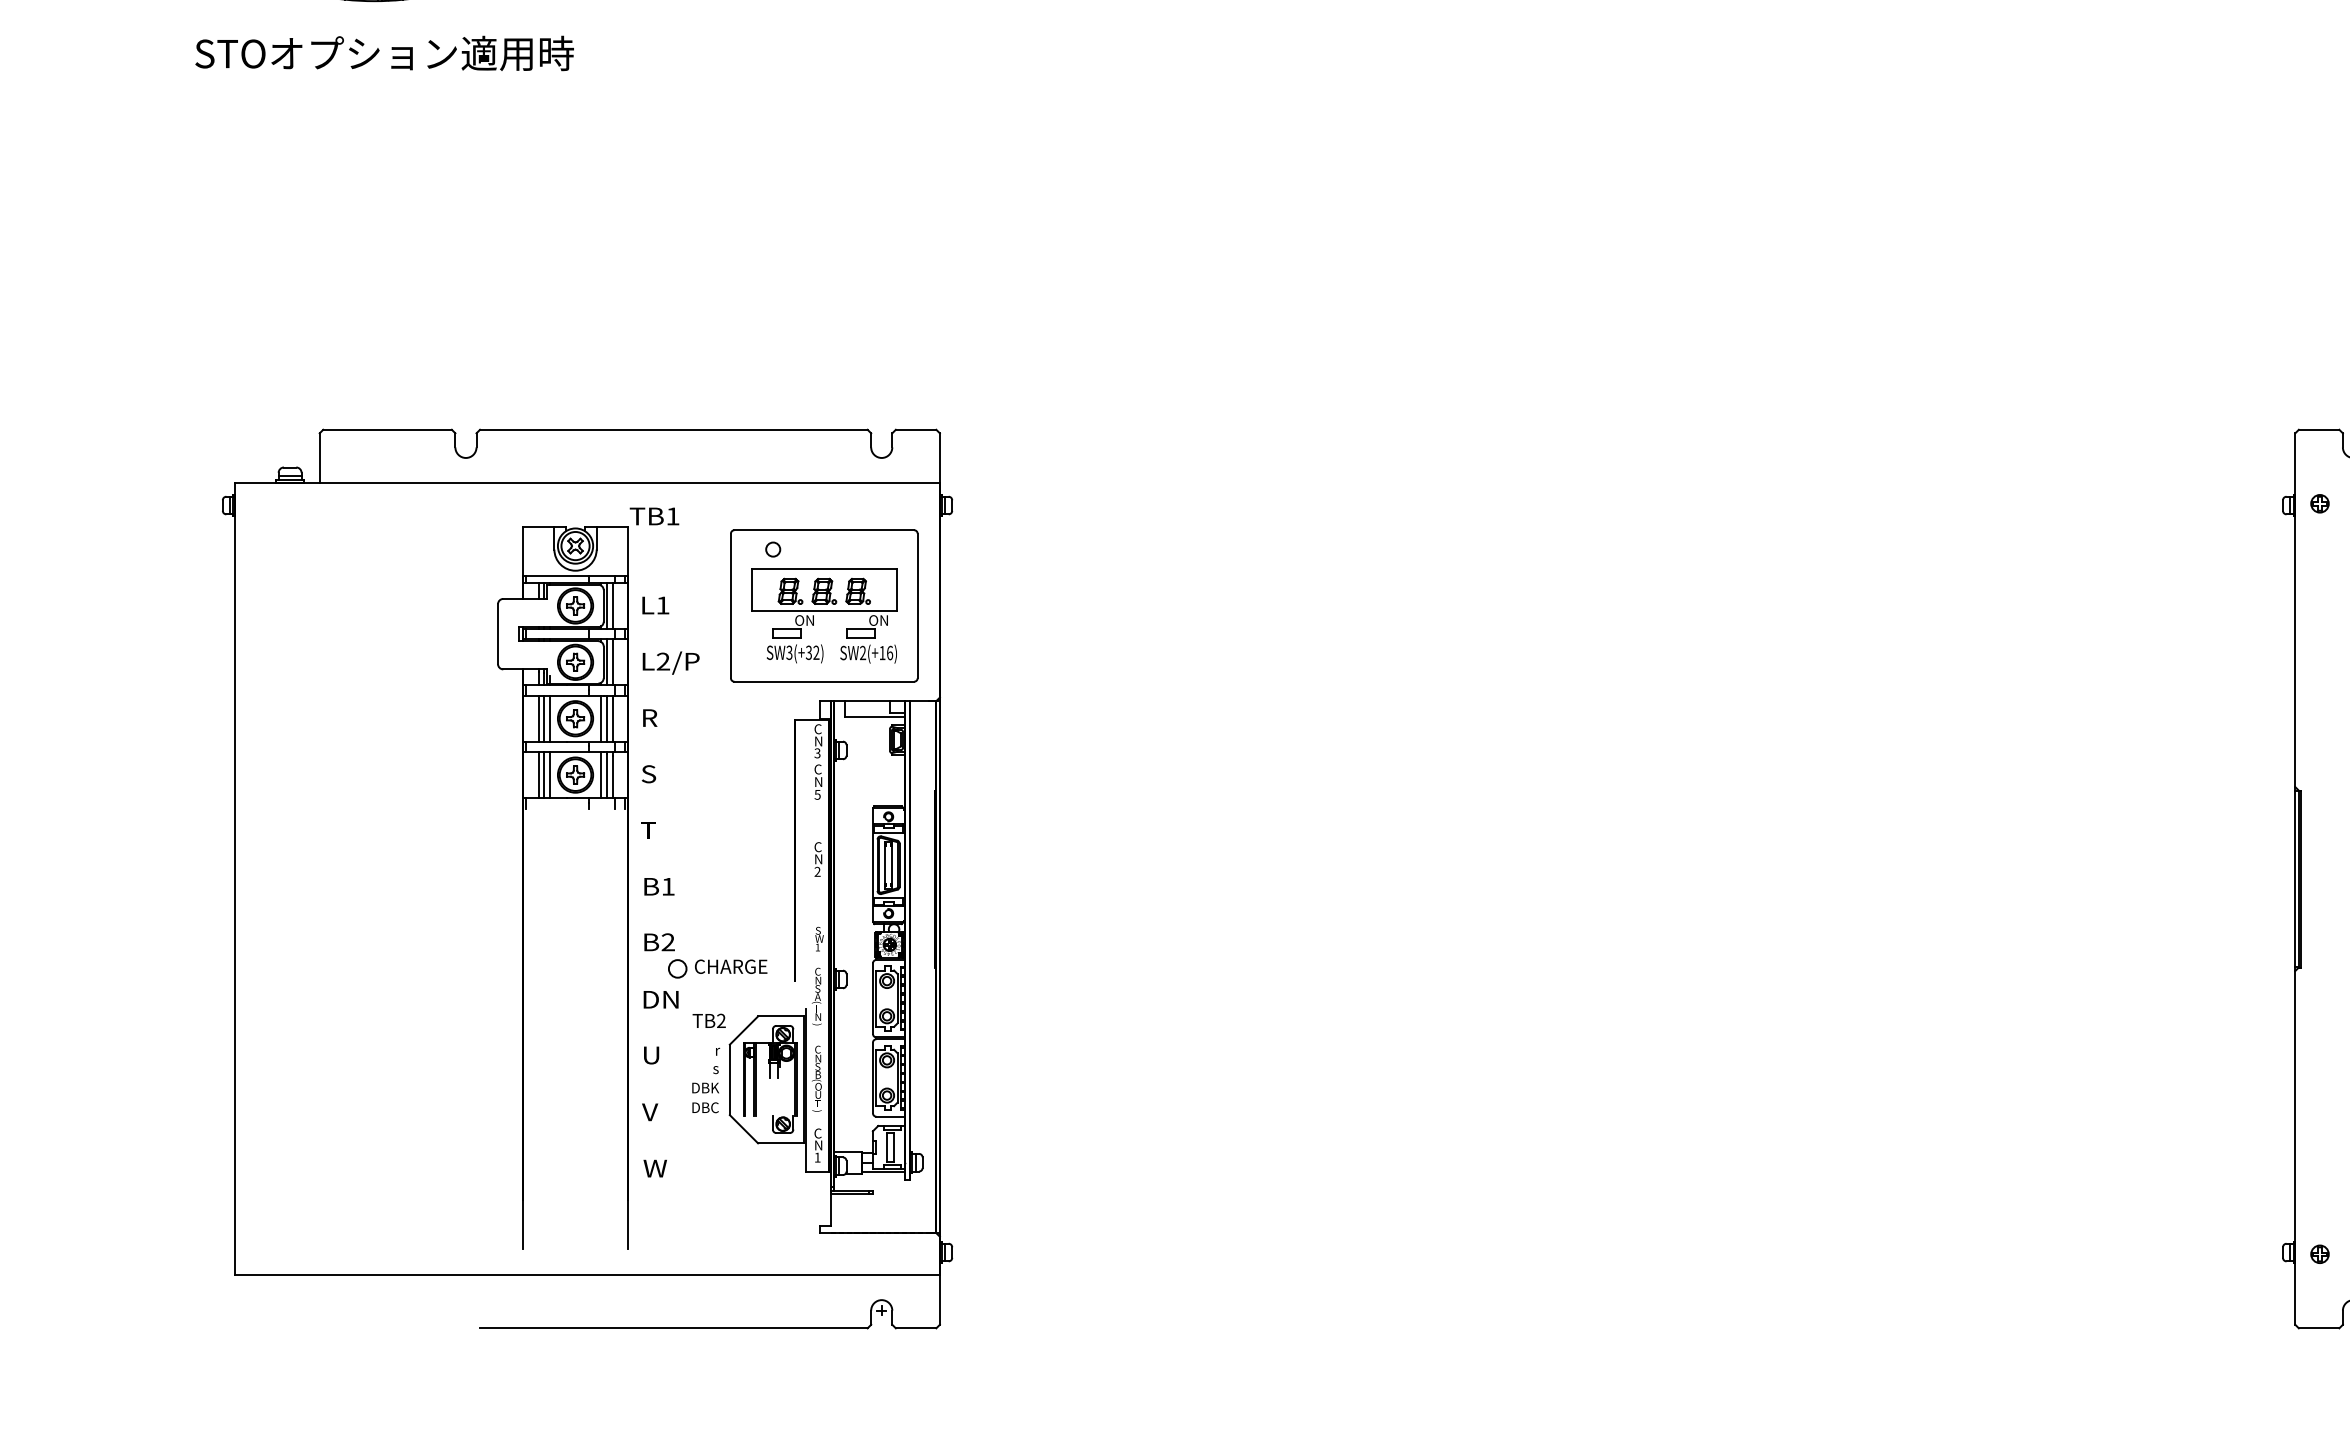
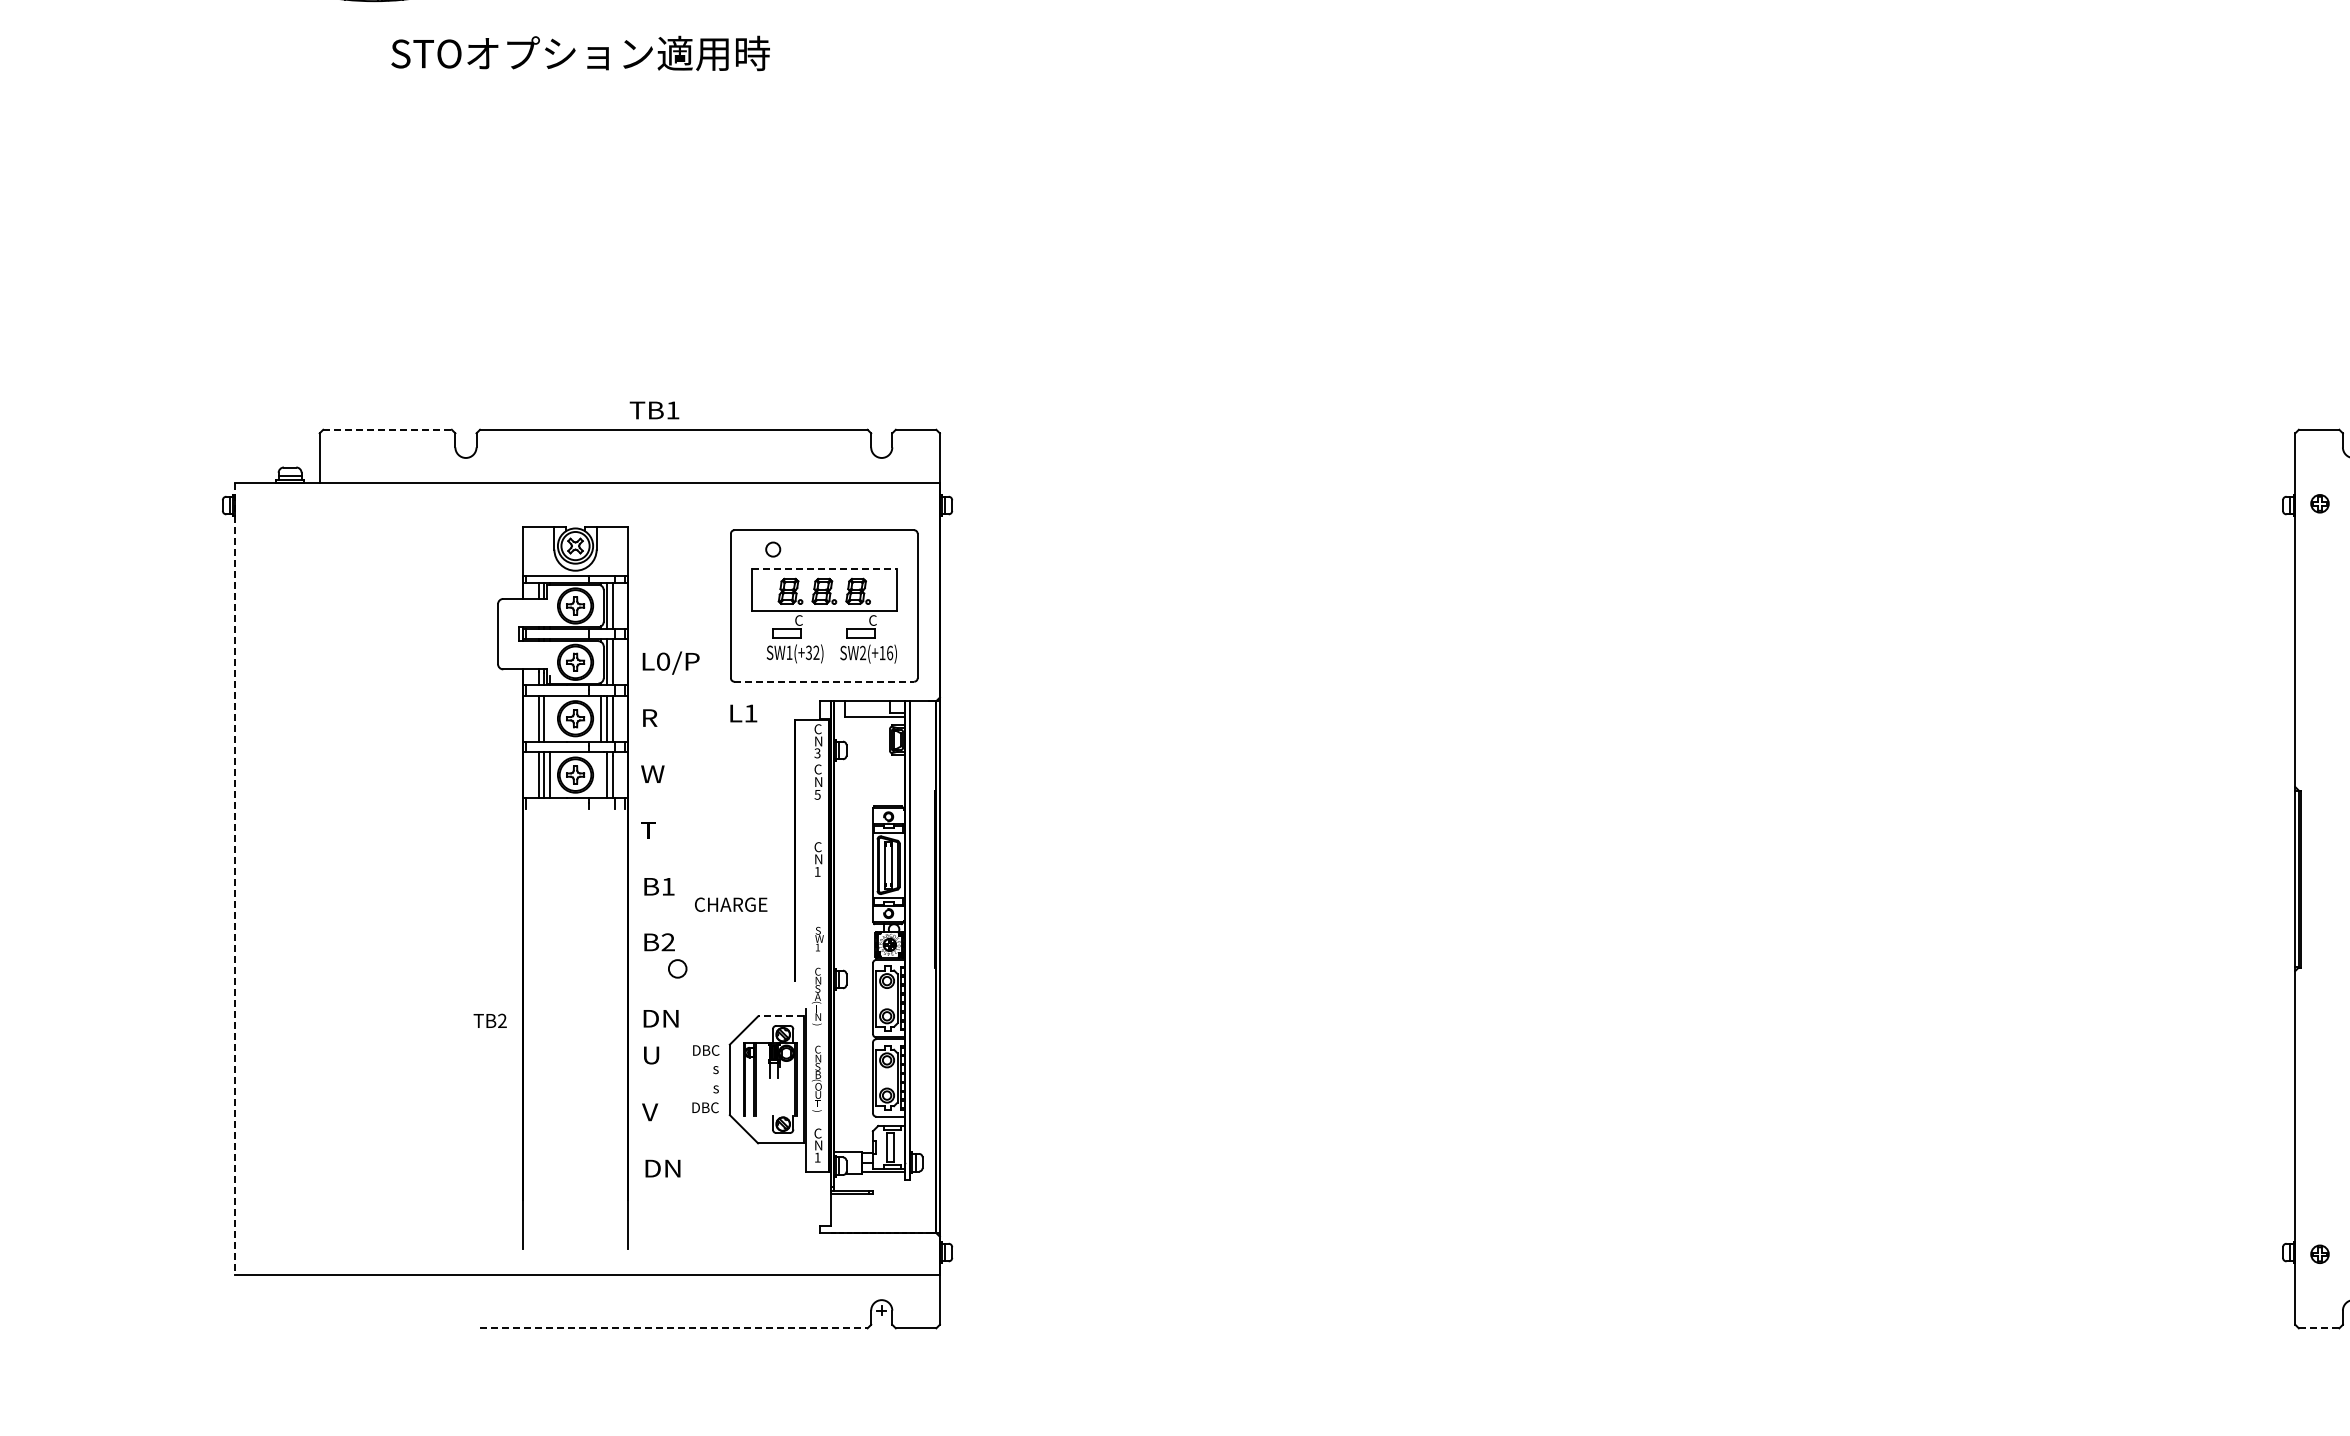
text at (384, 53) position: (384, 53) -> (580, 53)
line at (388, 429): solid -> dashed
text at (654, 516) position: (654, 516) -> (654, 410)
line at (824, 568): solid -> dashed
text at (655, 605) position: (655, 605) -> (743, 713)
text at (807, 620): ON -> C
text at (881, 620): ON -> C
text at (789, 652): SW3(+32) -> SW1(+32)
text at (663, 661): L2/P -> L0/P
line at (824, 681): solid -> dashed
line at (550, 718): present -> none
text at (652, 774): S -> W
line at (600, 775): present -> none
text at (817, 871): 2 -> 1
line at (235, 879): solid -> dashed
text at (731, 966) position: (731, 966) -> (731, 904)
text at (660, 999) position: (660, 999) -> (660, 1018)
line at (780, 1016): solid -> dashed
text at (708, 1020) position: (708, 1020) -> (489, 1020)
text at (706, 1050): r -> DBC
text at (705, 1087): DBK -> s
text at (661, 1168): W -> DN
line at (673, 1328): solid -> dashed
line at (2318, 1328): solid -> dashed
